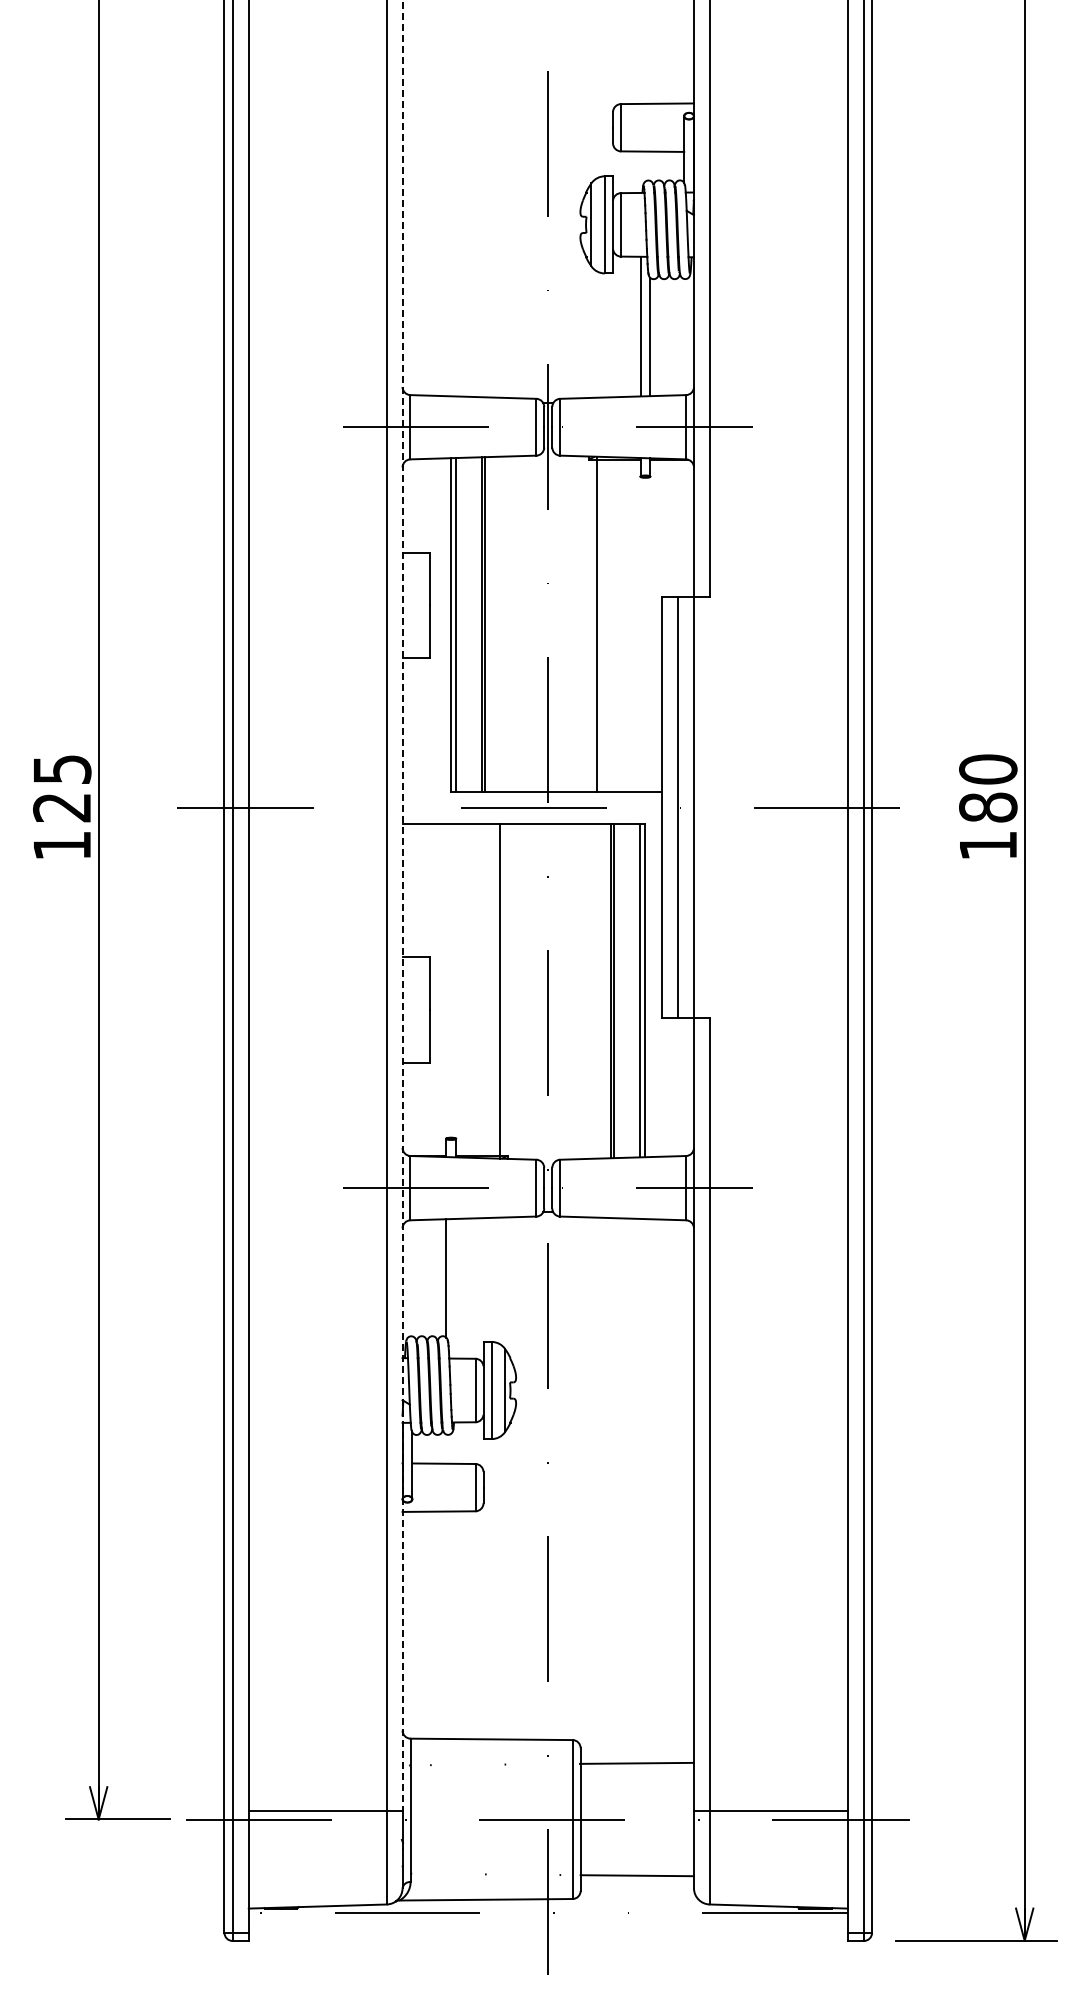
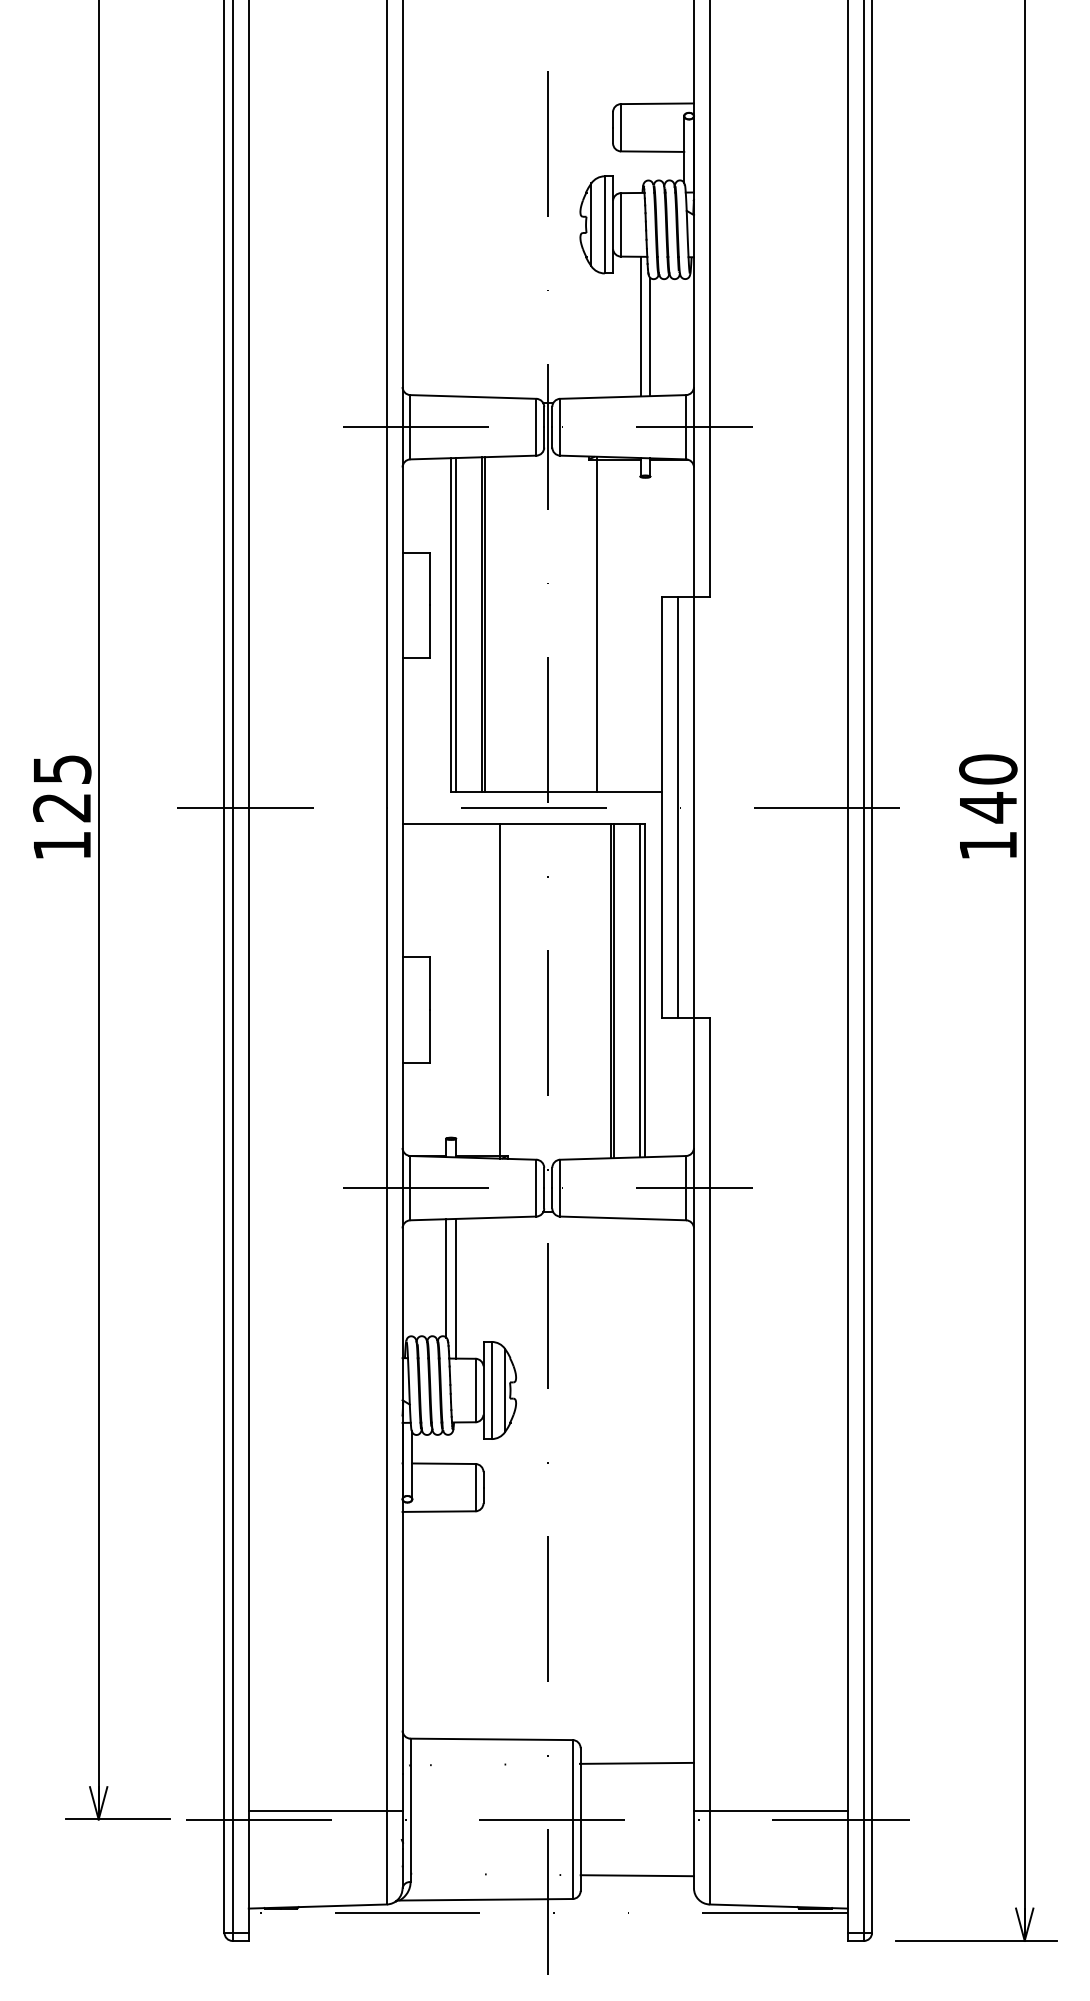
text at (988, 807): 180 -> 140
line at (402, 906): dashed -> solid
line at (456, 1288): none -> present
